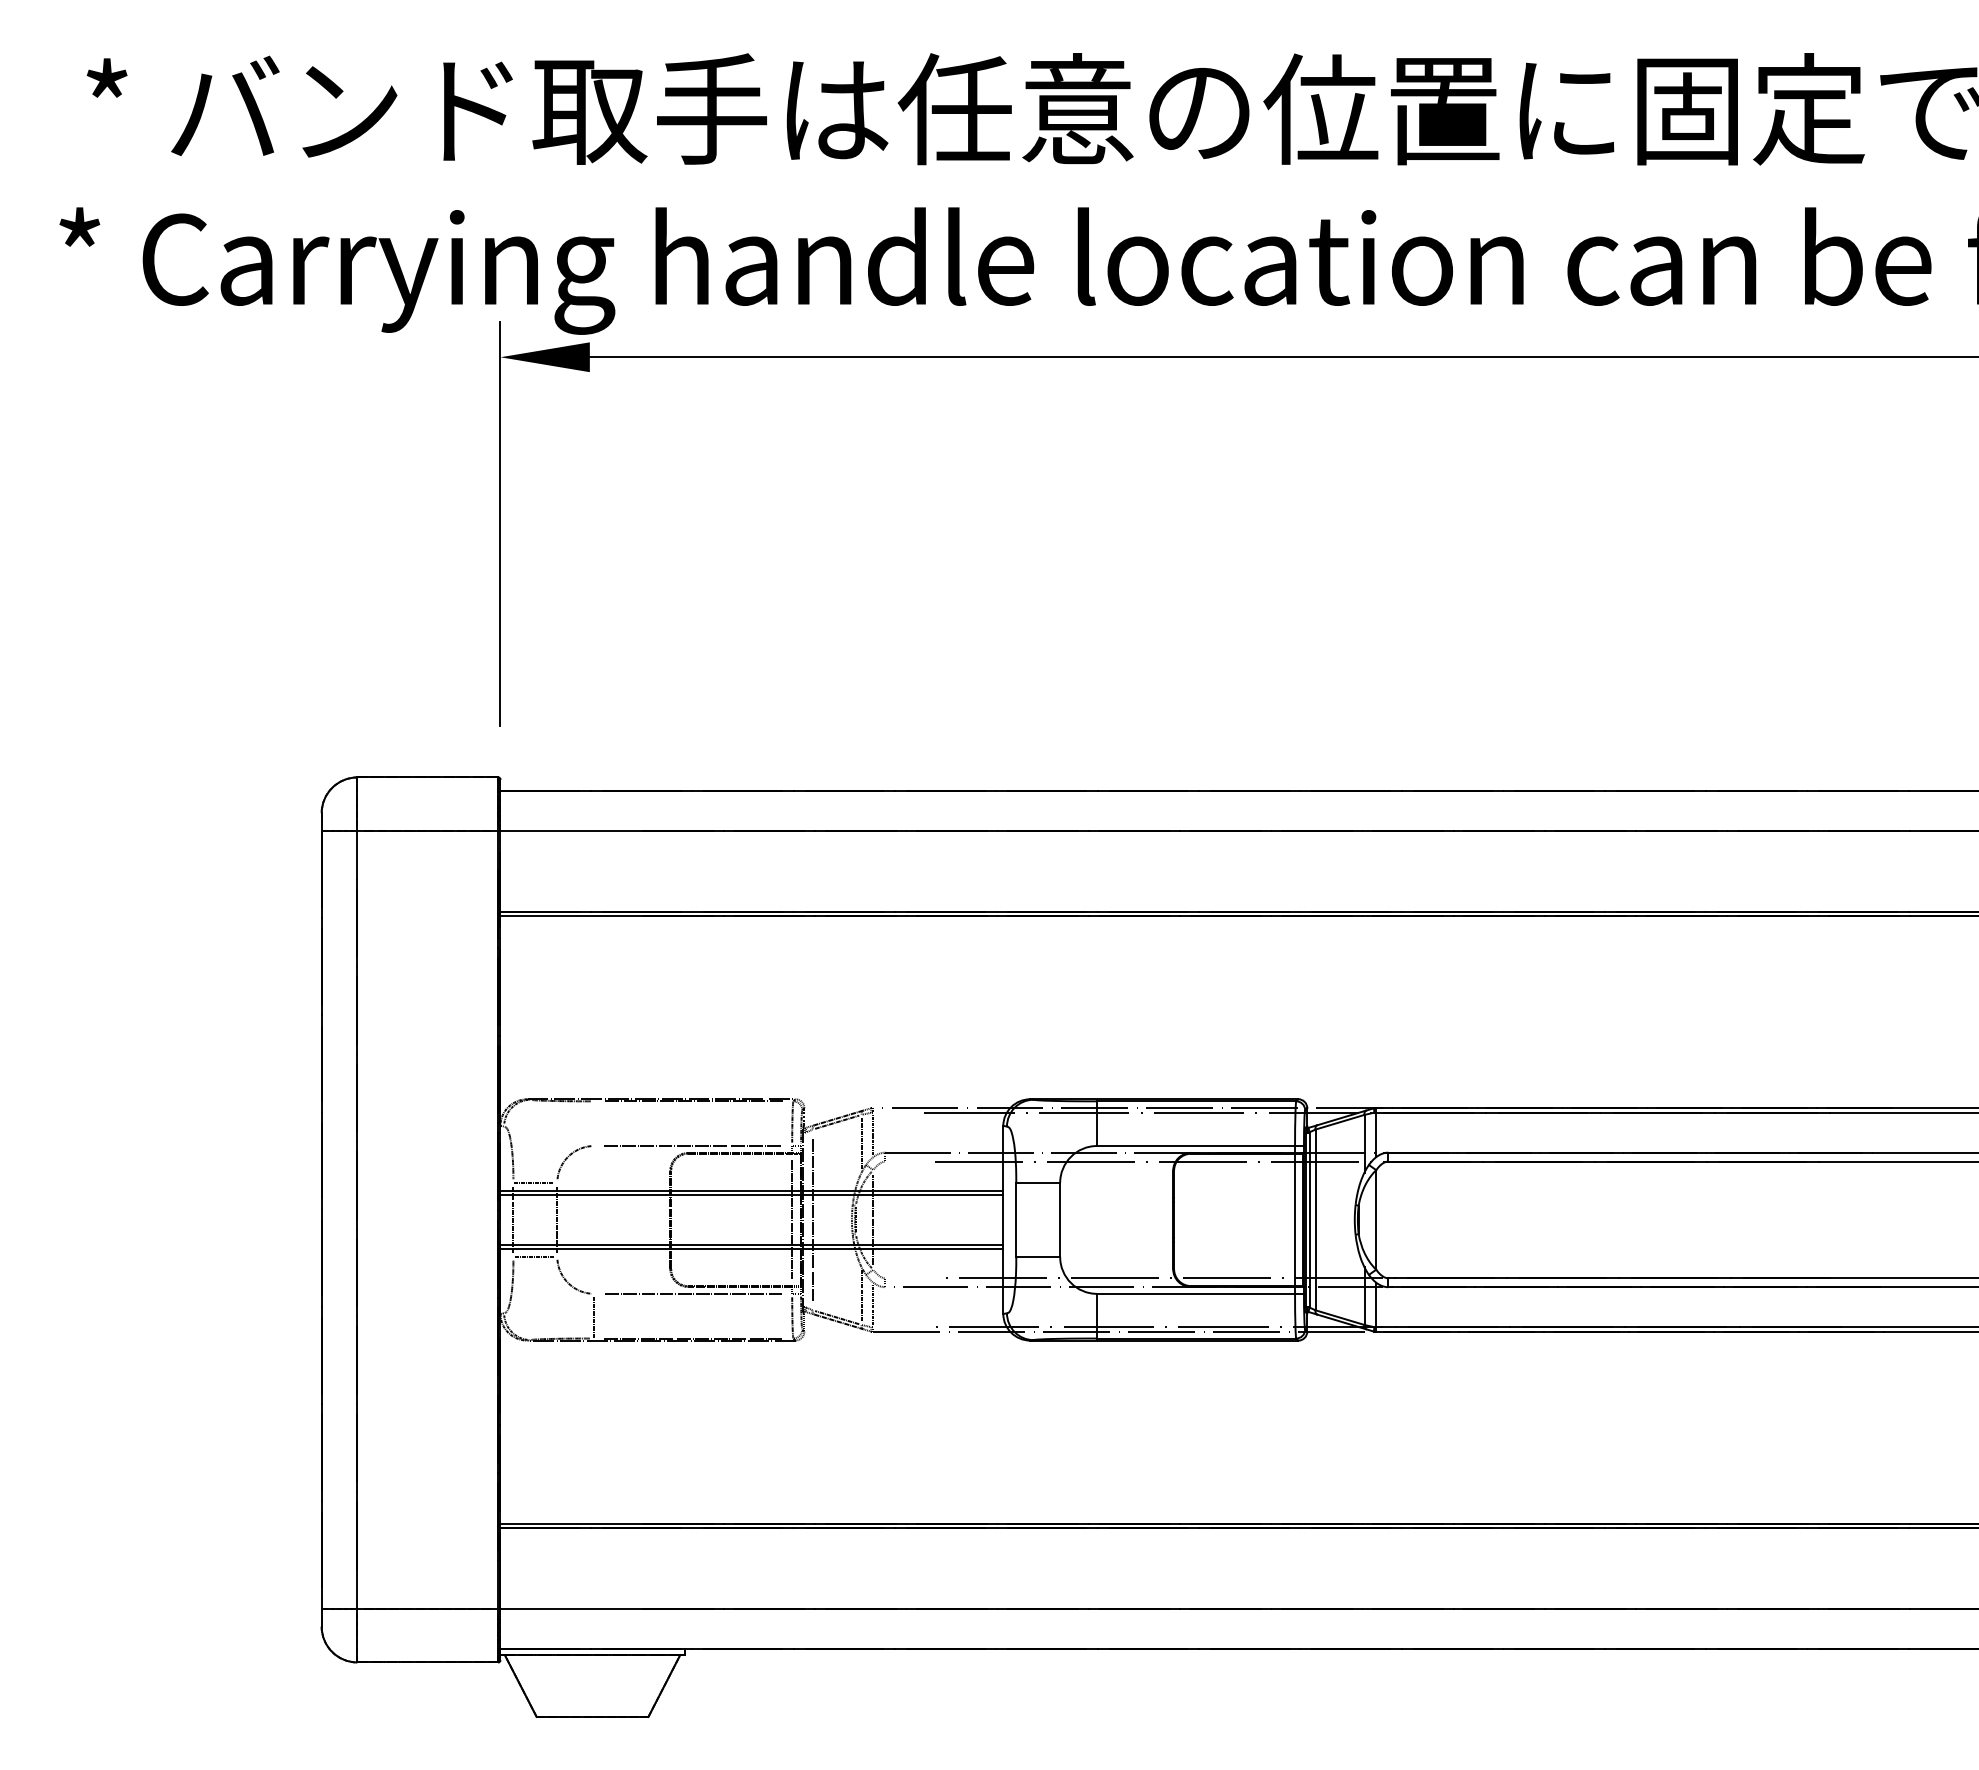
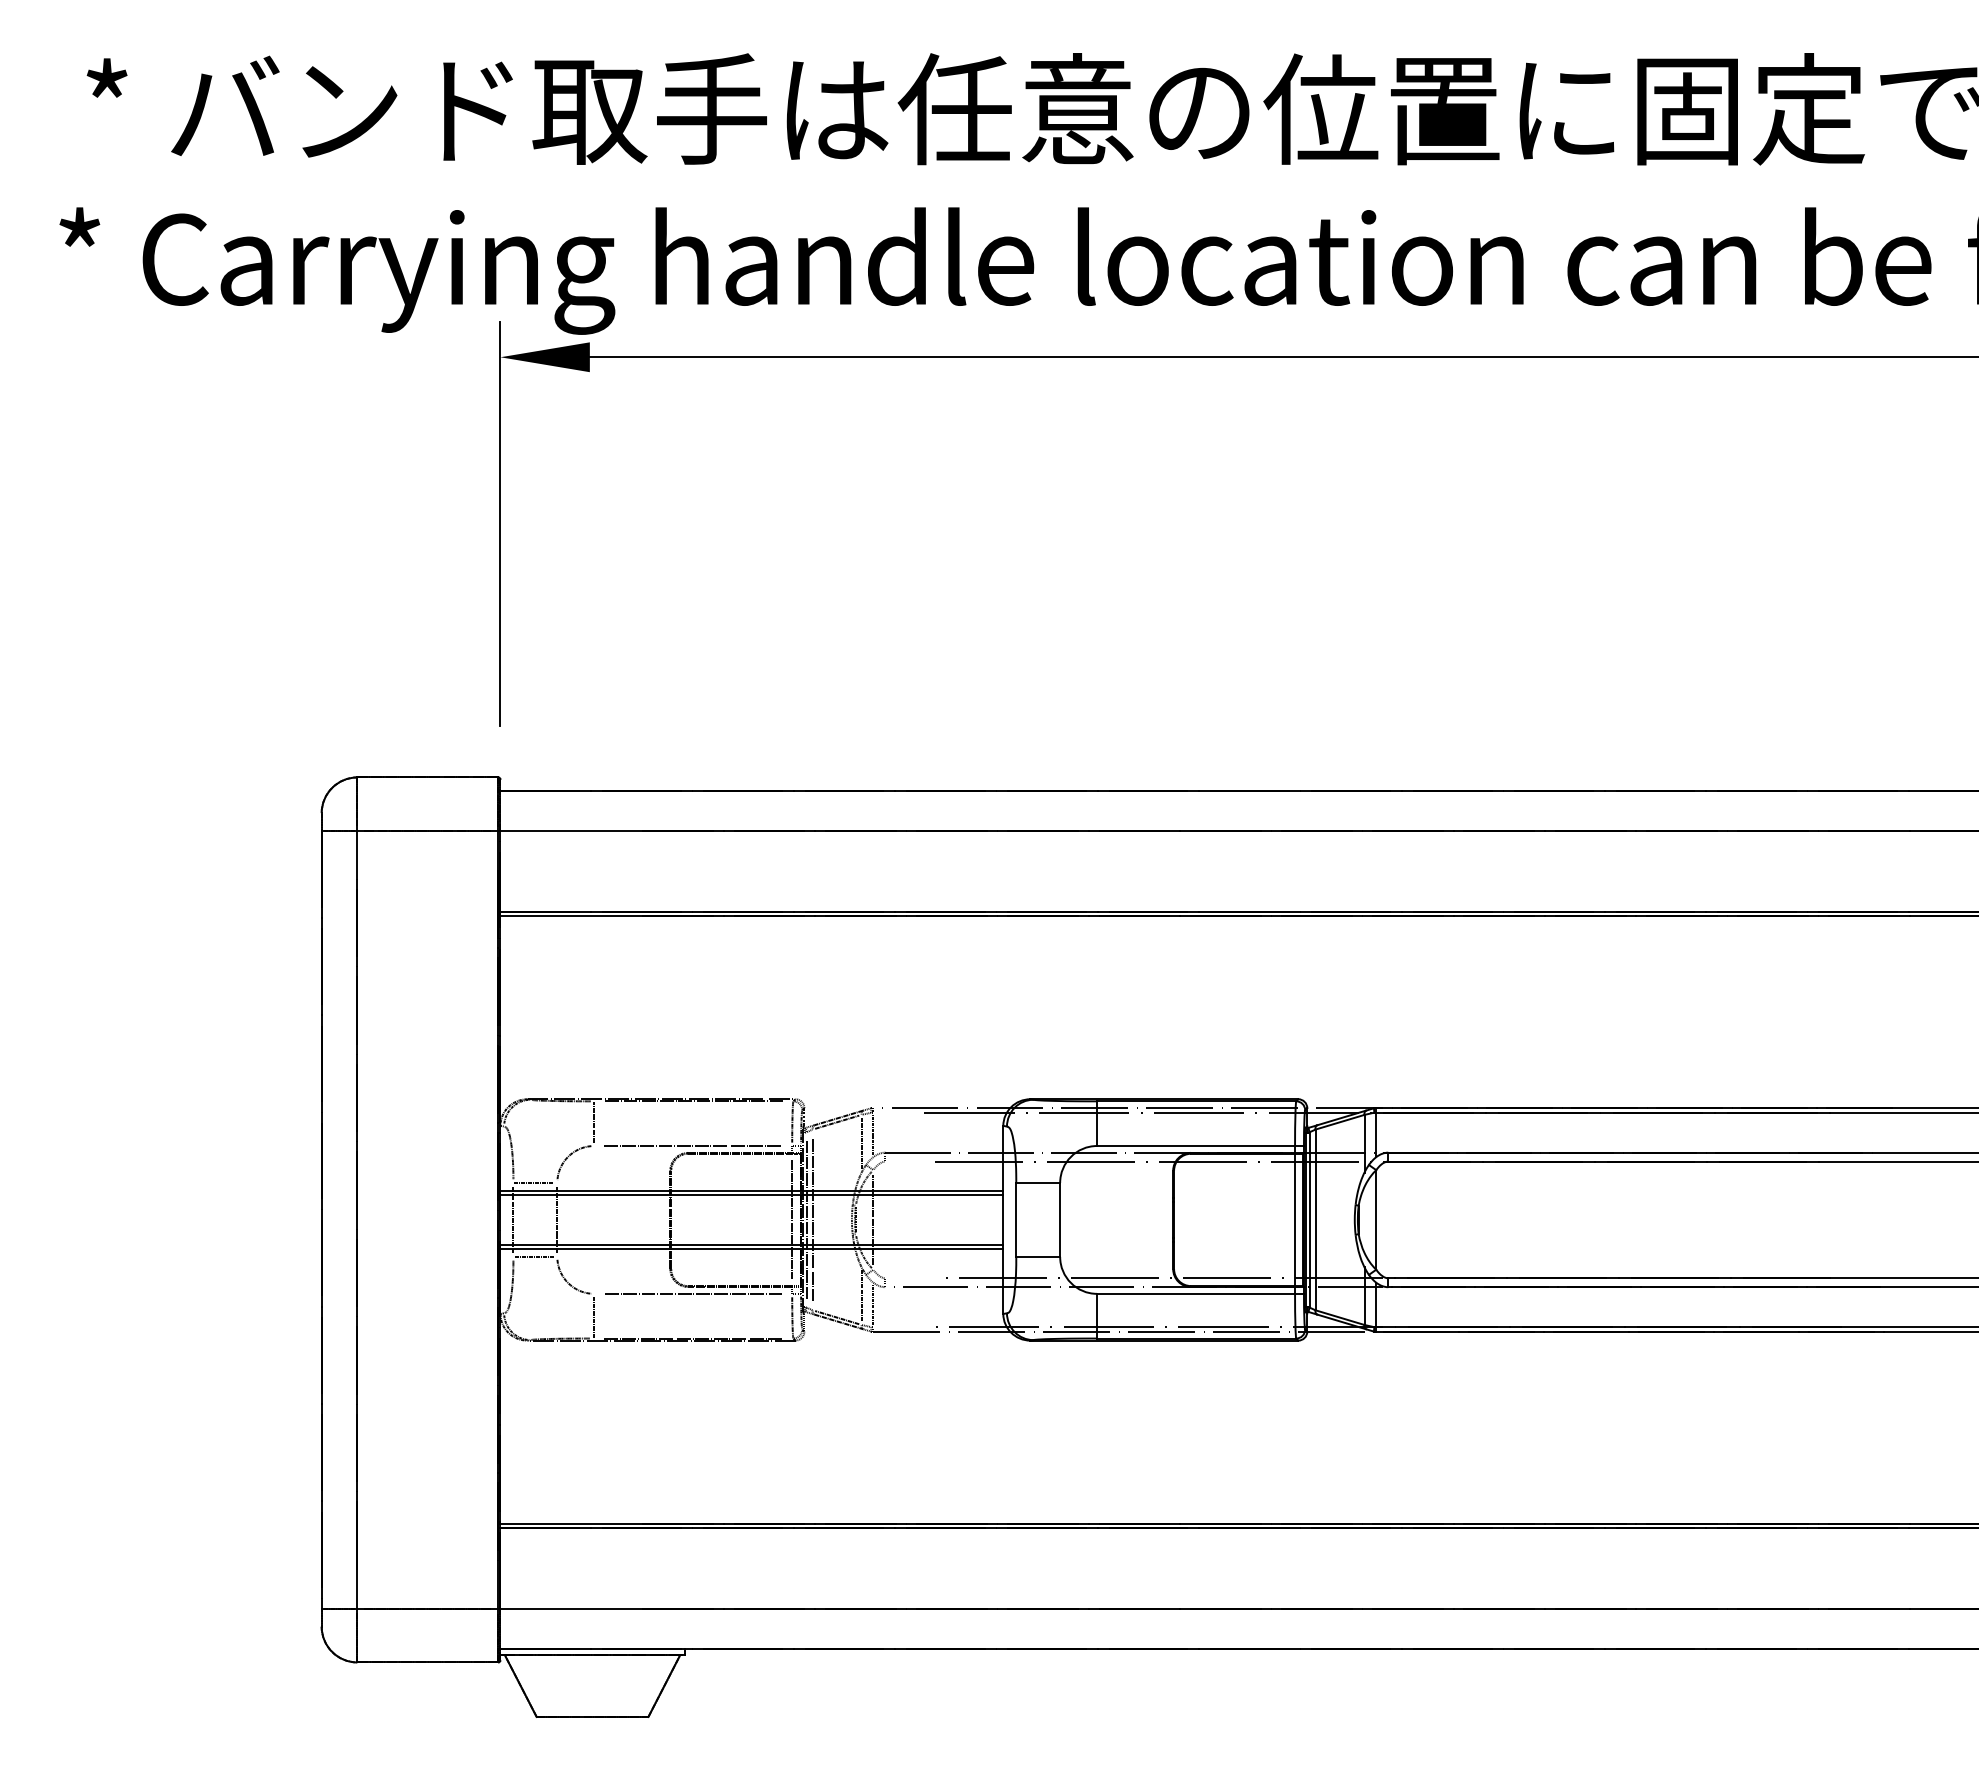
line at (594, 1121): none -> present
line at (806, 1219): none -> present
